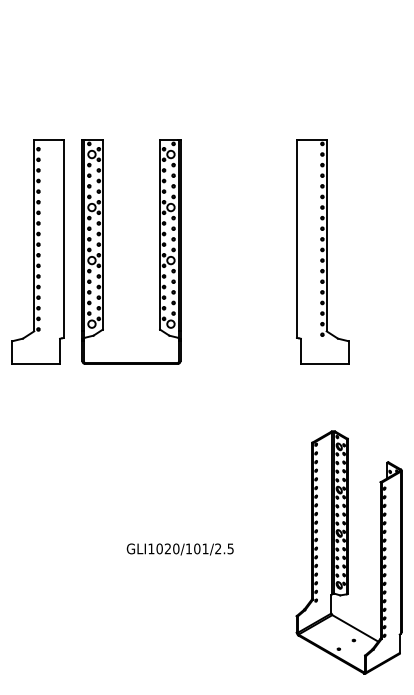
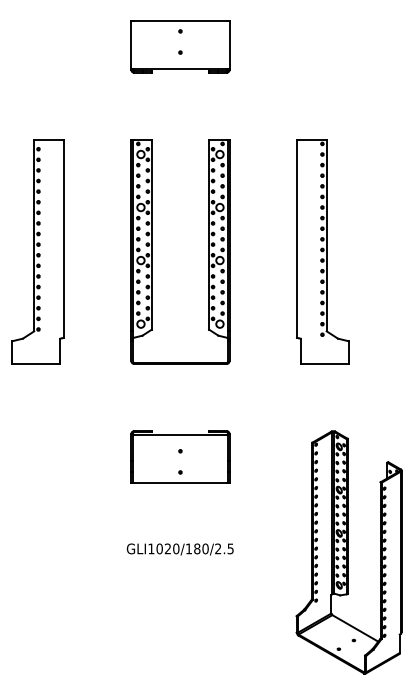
part at (180, 46): none -> present
part at (103, 251) position: (103, 251) -> (152, 251)
part at (180, 456): none -> present
text at (201, 548): GLI1020/101/2.5 -> GLI1020/180/2.5
